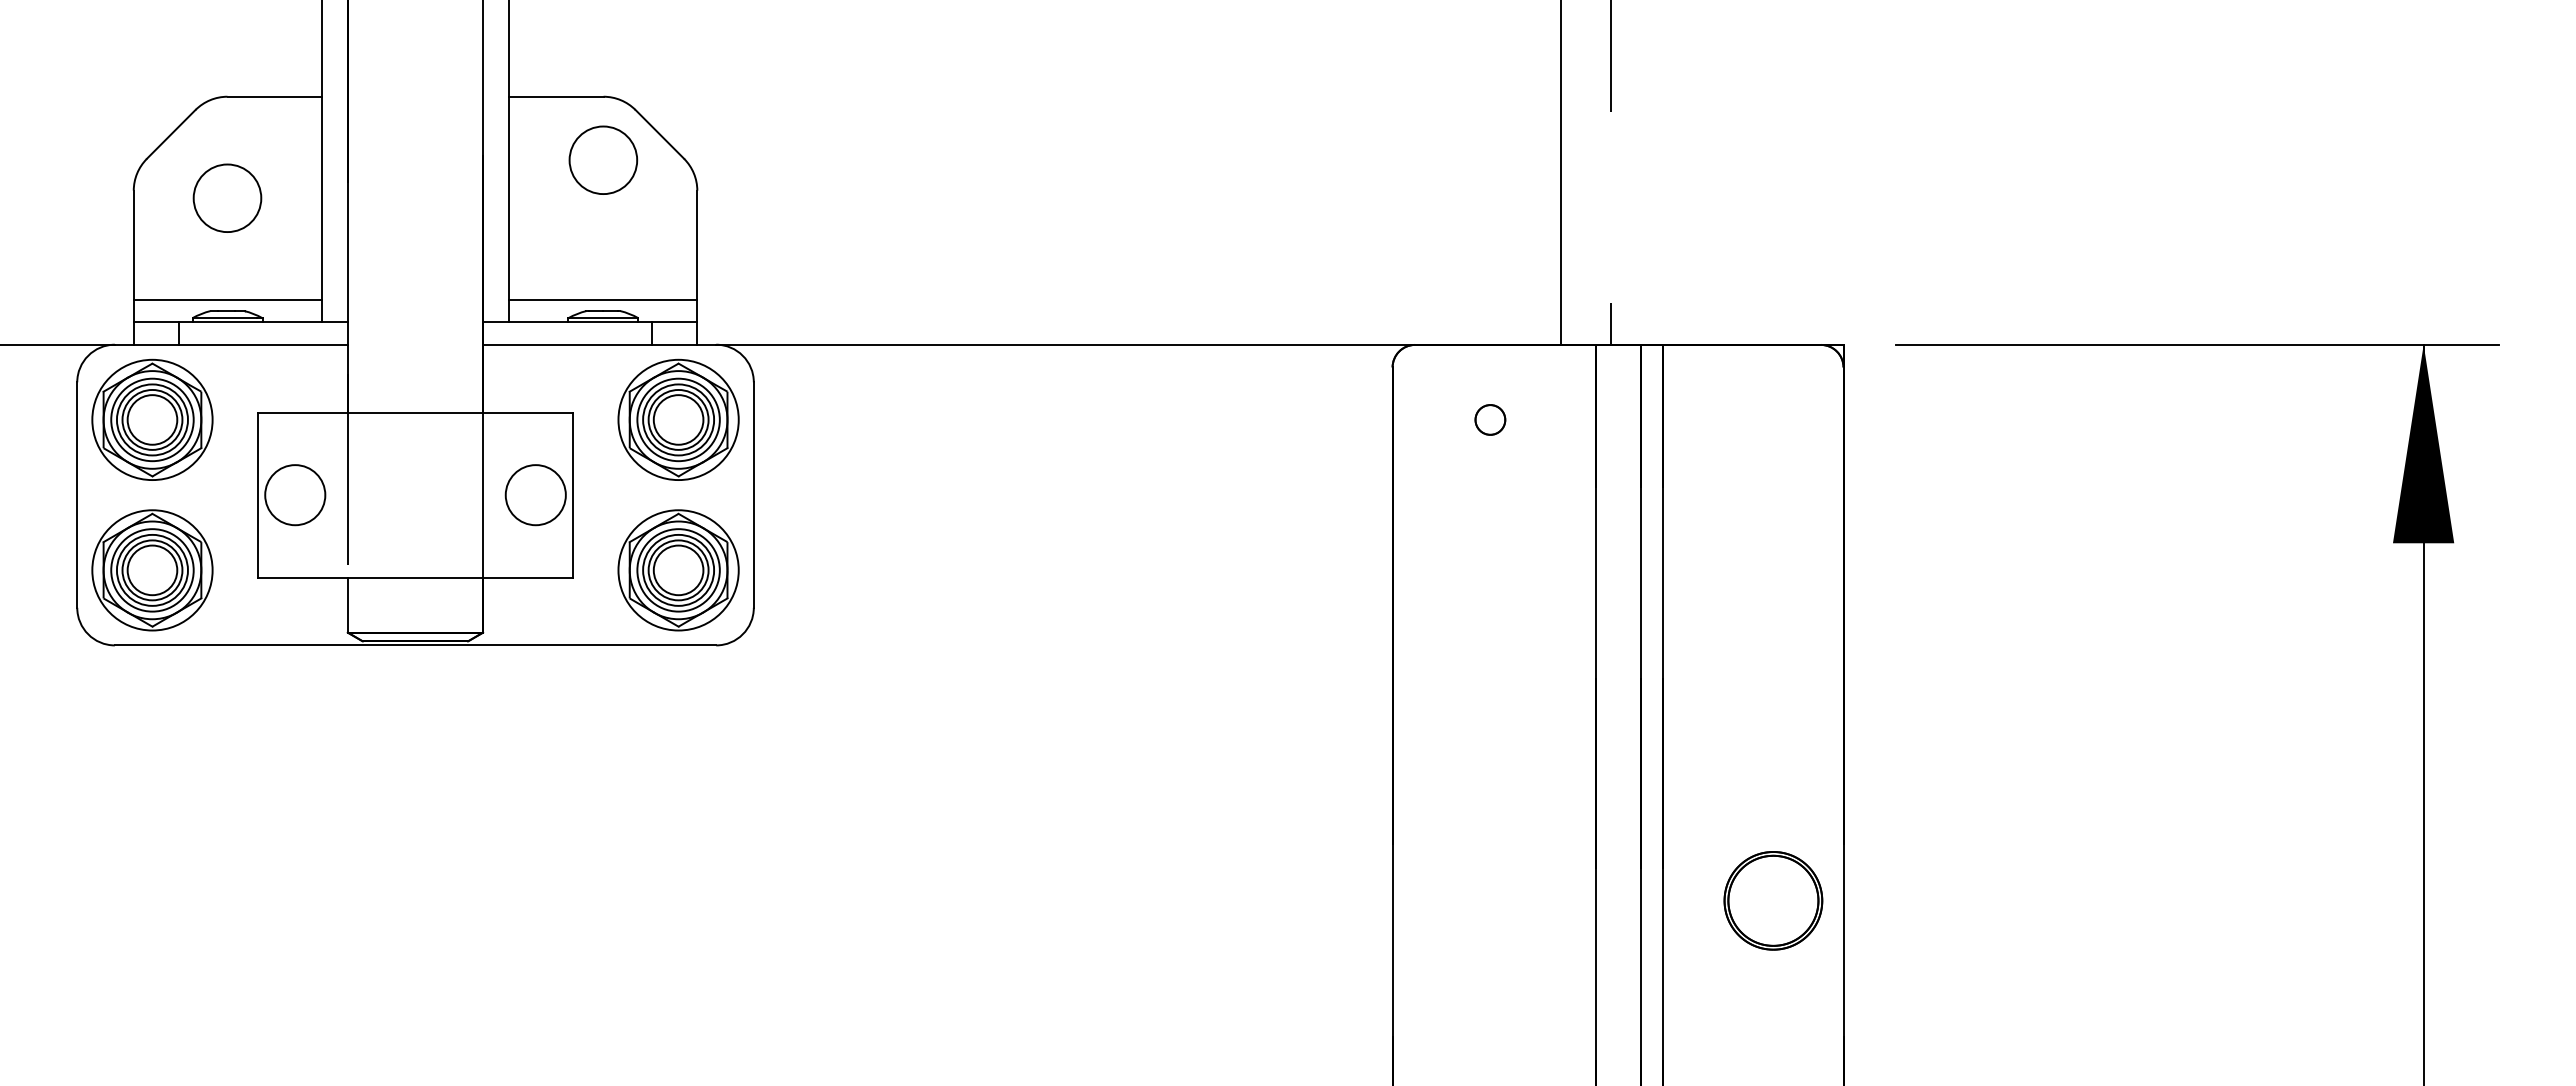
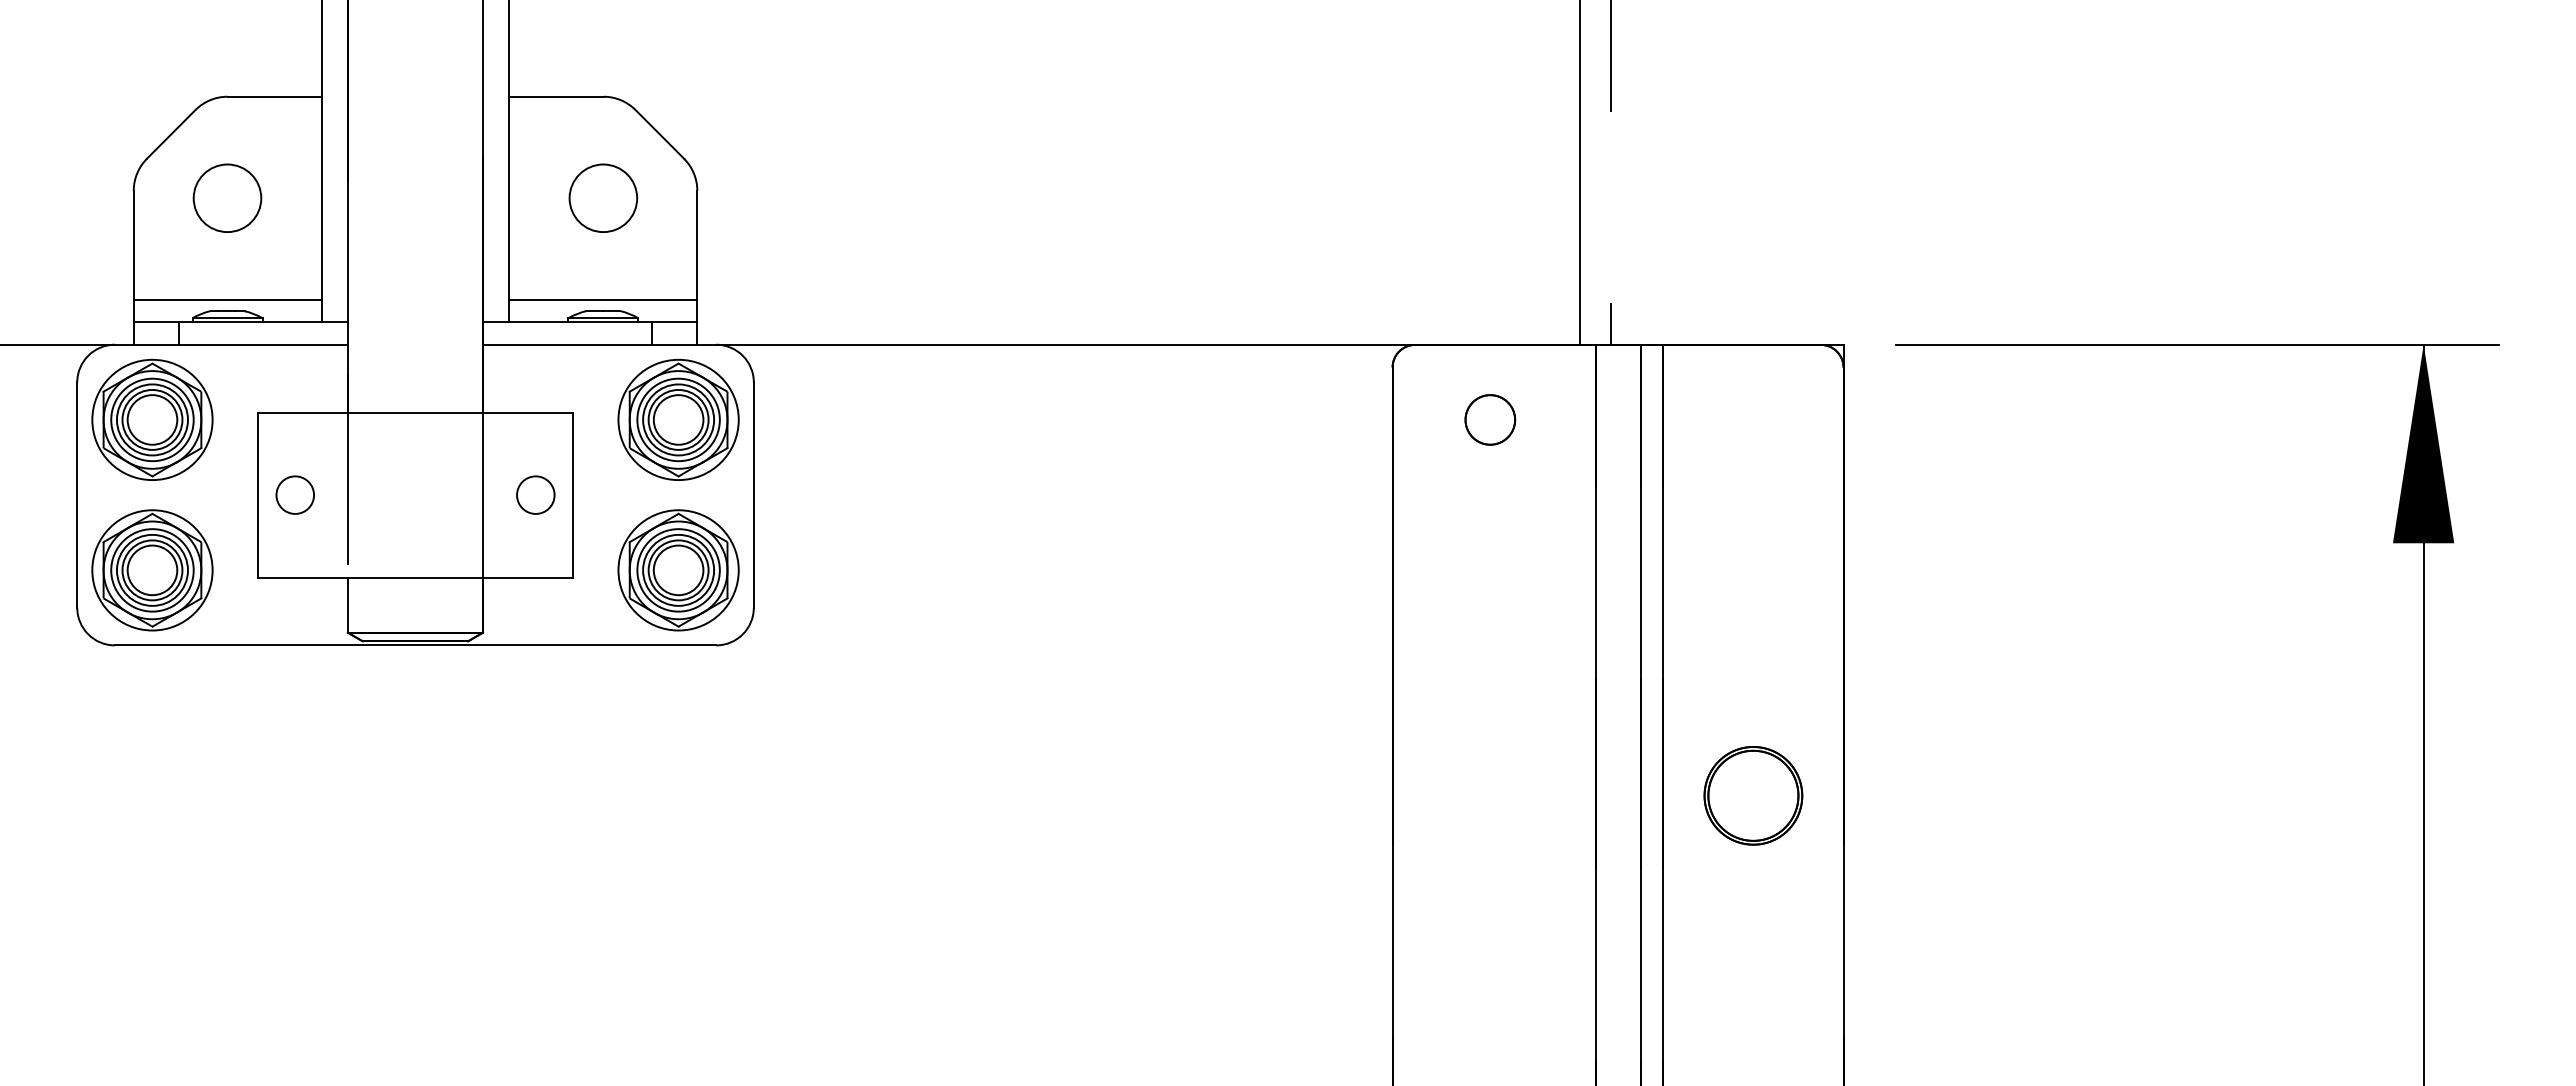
circle at (603, 159) position: (603, 159) -> (603, 197)
line at (1561, 173) position: (1561, 173) -> (1580, 173)
part at (1490, 419) size: 33x32 px -> 53x52 px
circle at (295, 495) diameter: 60 px -> 38 px
circle at (535, 495) diameter: 60 px -> 38 px
part at (1773, 900) position: (1773, 900) -> (1753, 795)
